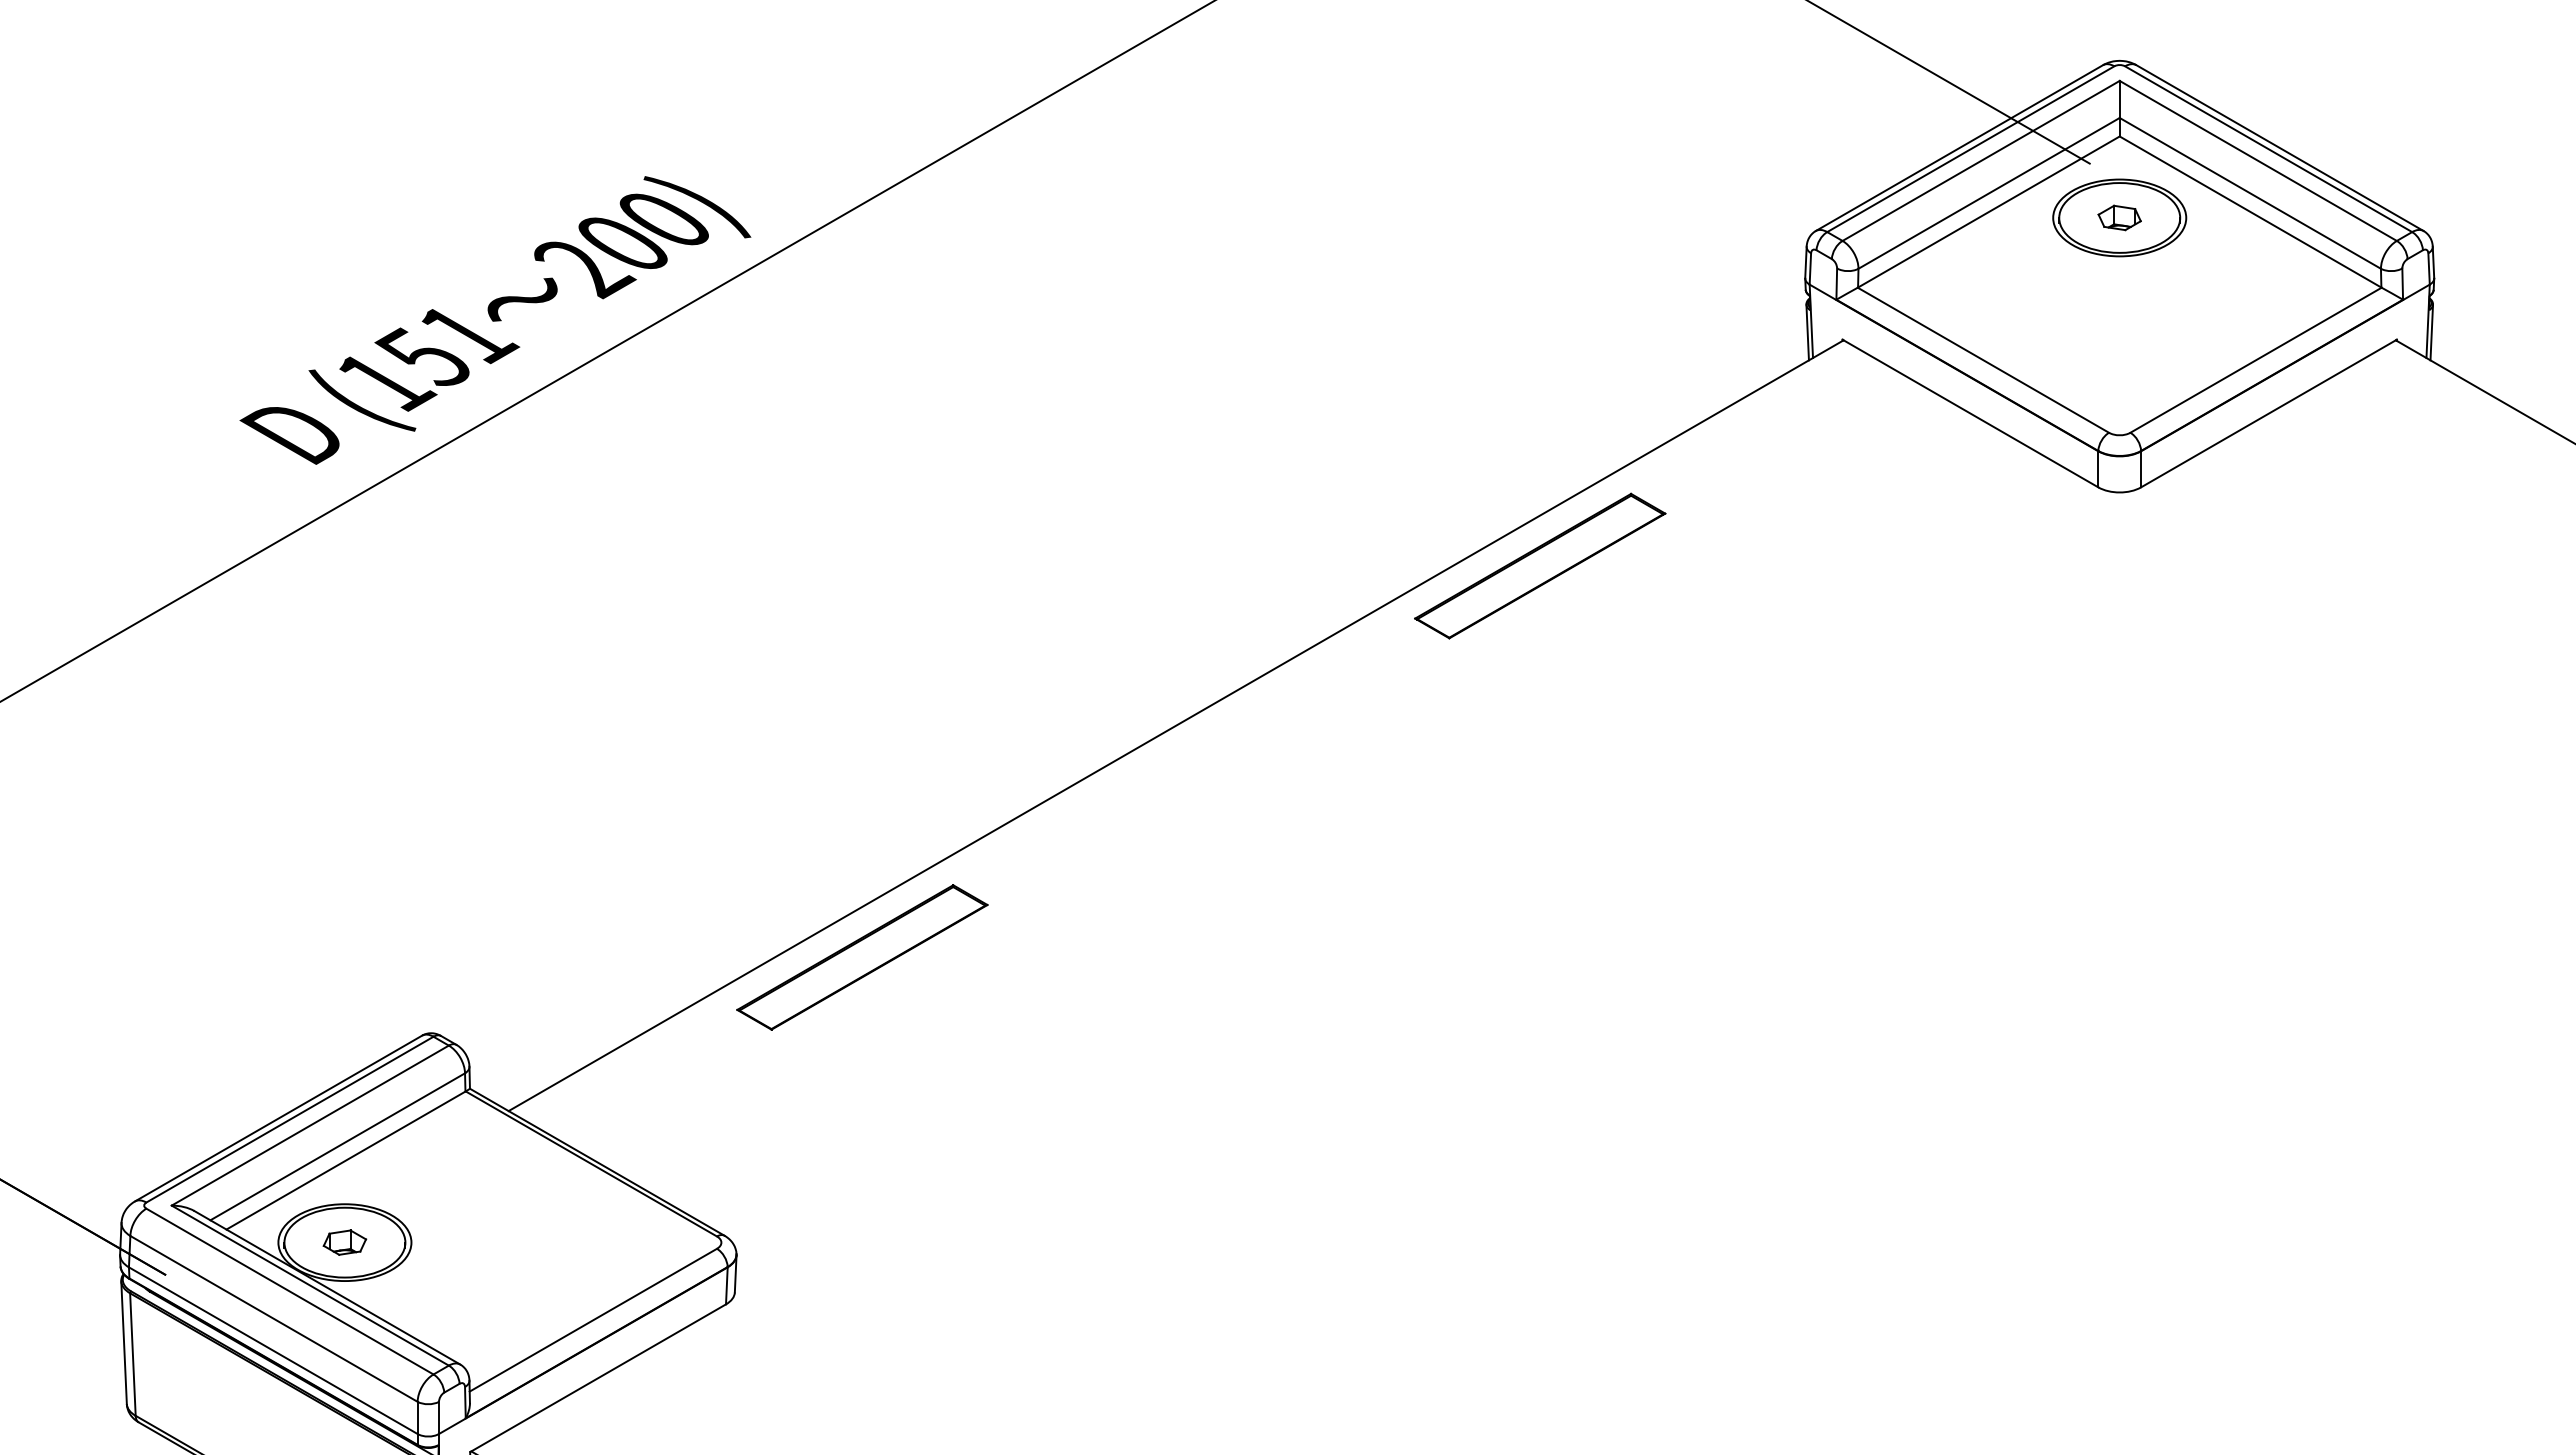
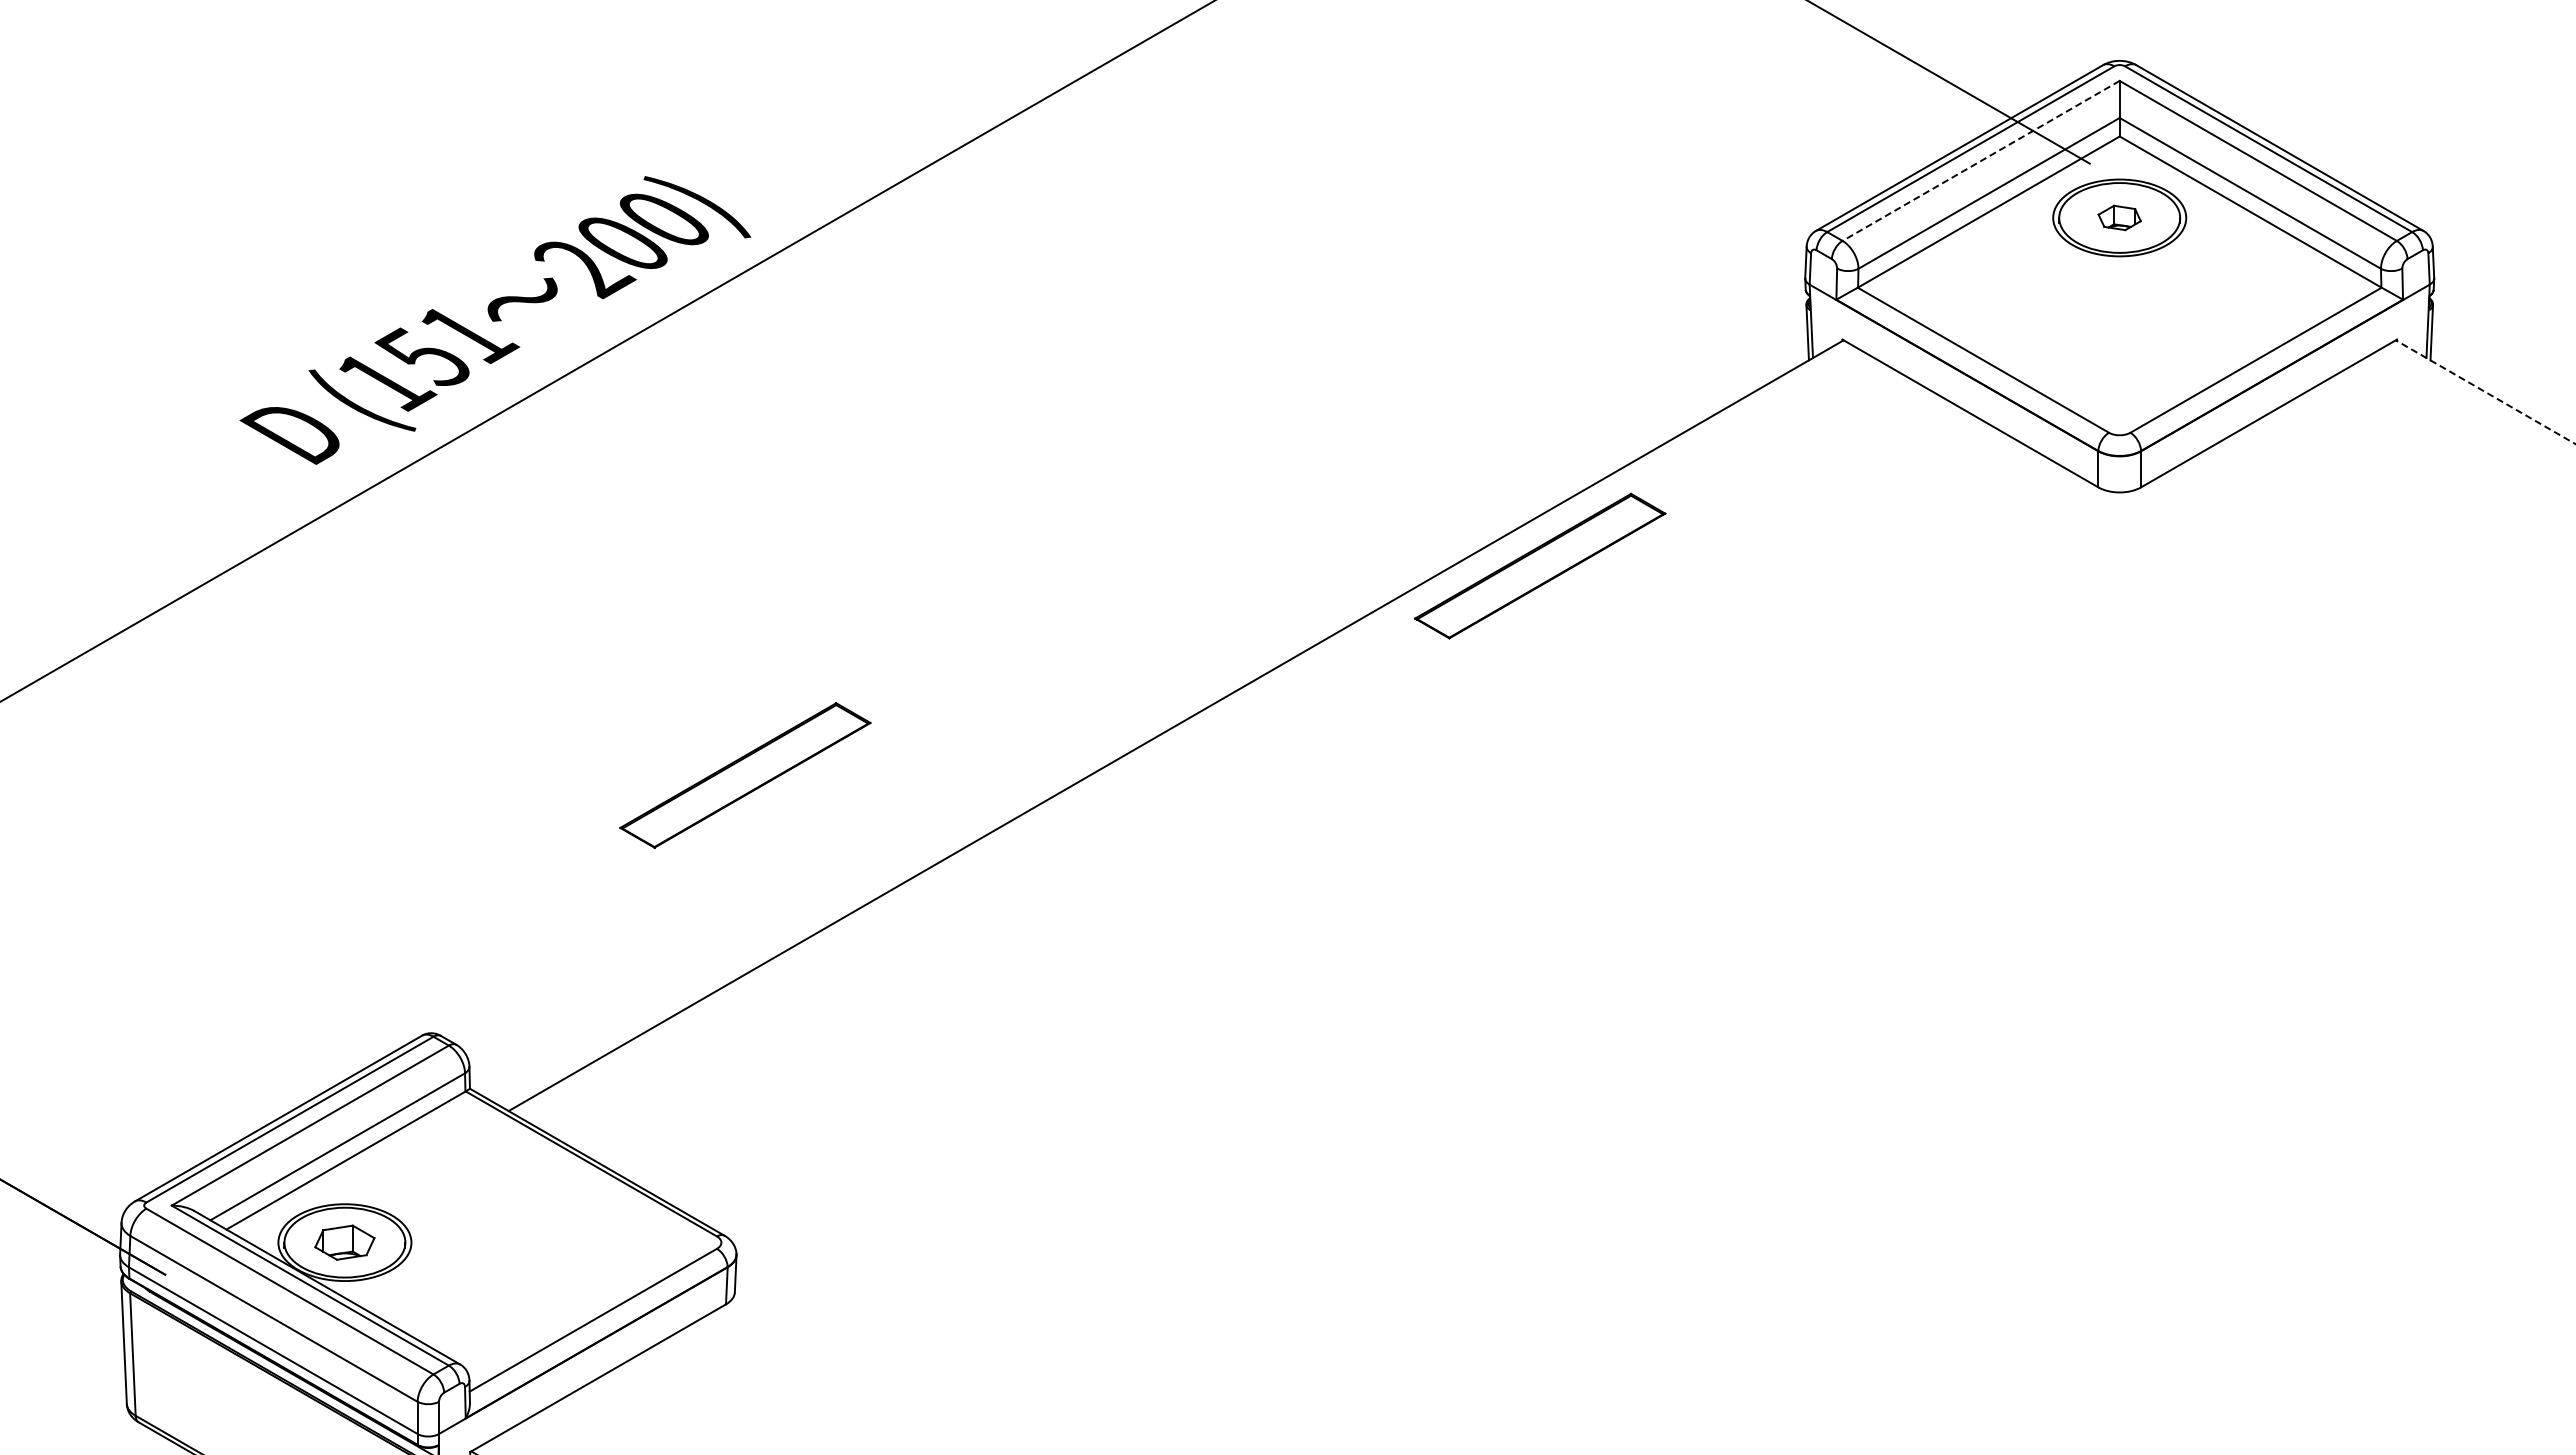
line at (1980, 161): solid -> dashed
line at (2485, 392): solid -> dashed
part at (862, 957) position: (862, 957) -> (745, 775)
part at (344, 1242) size: 46x27 px -> 62x37 px
